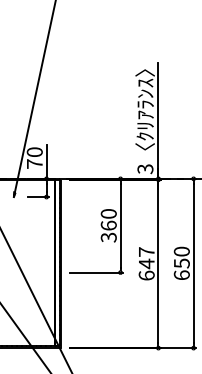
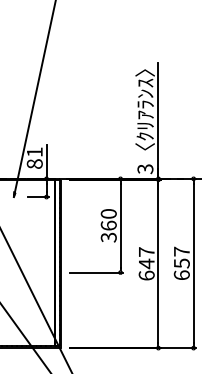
text at (34, 157): 70 -> 81
text at (181, 251): 650 -> 657
